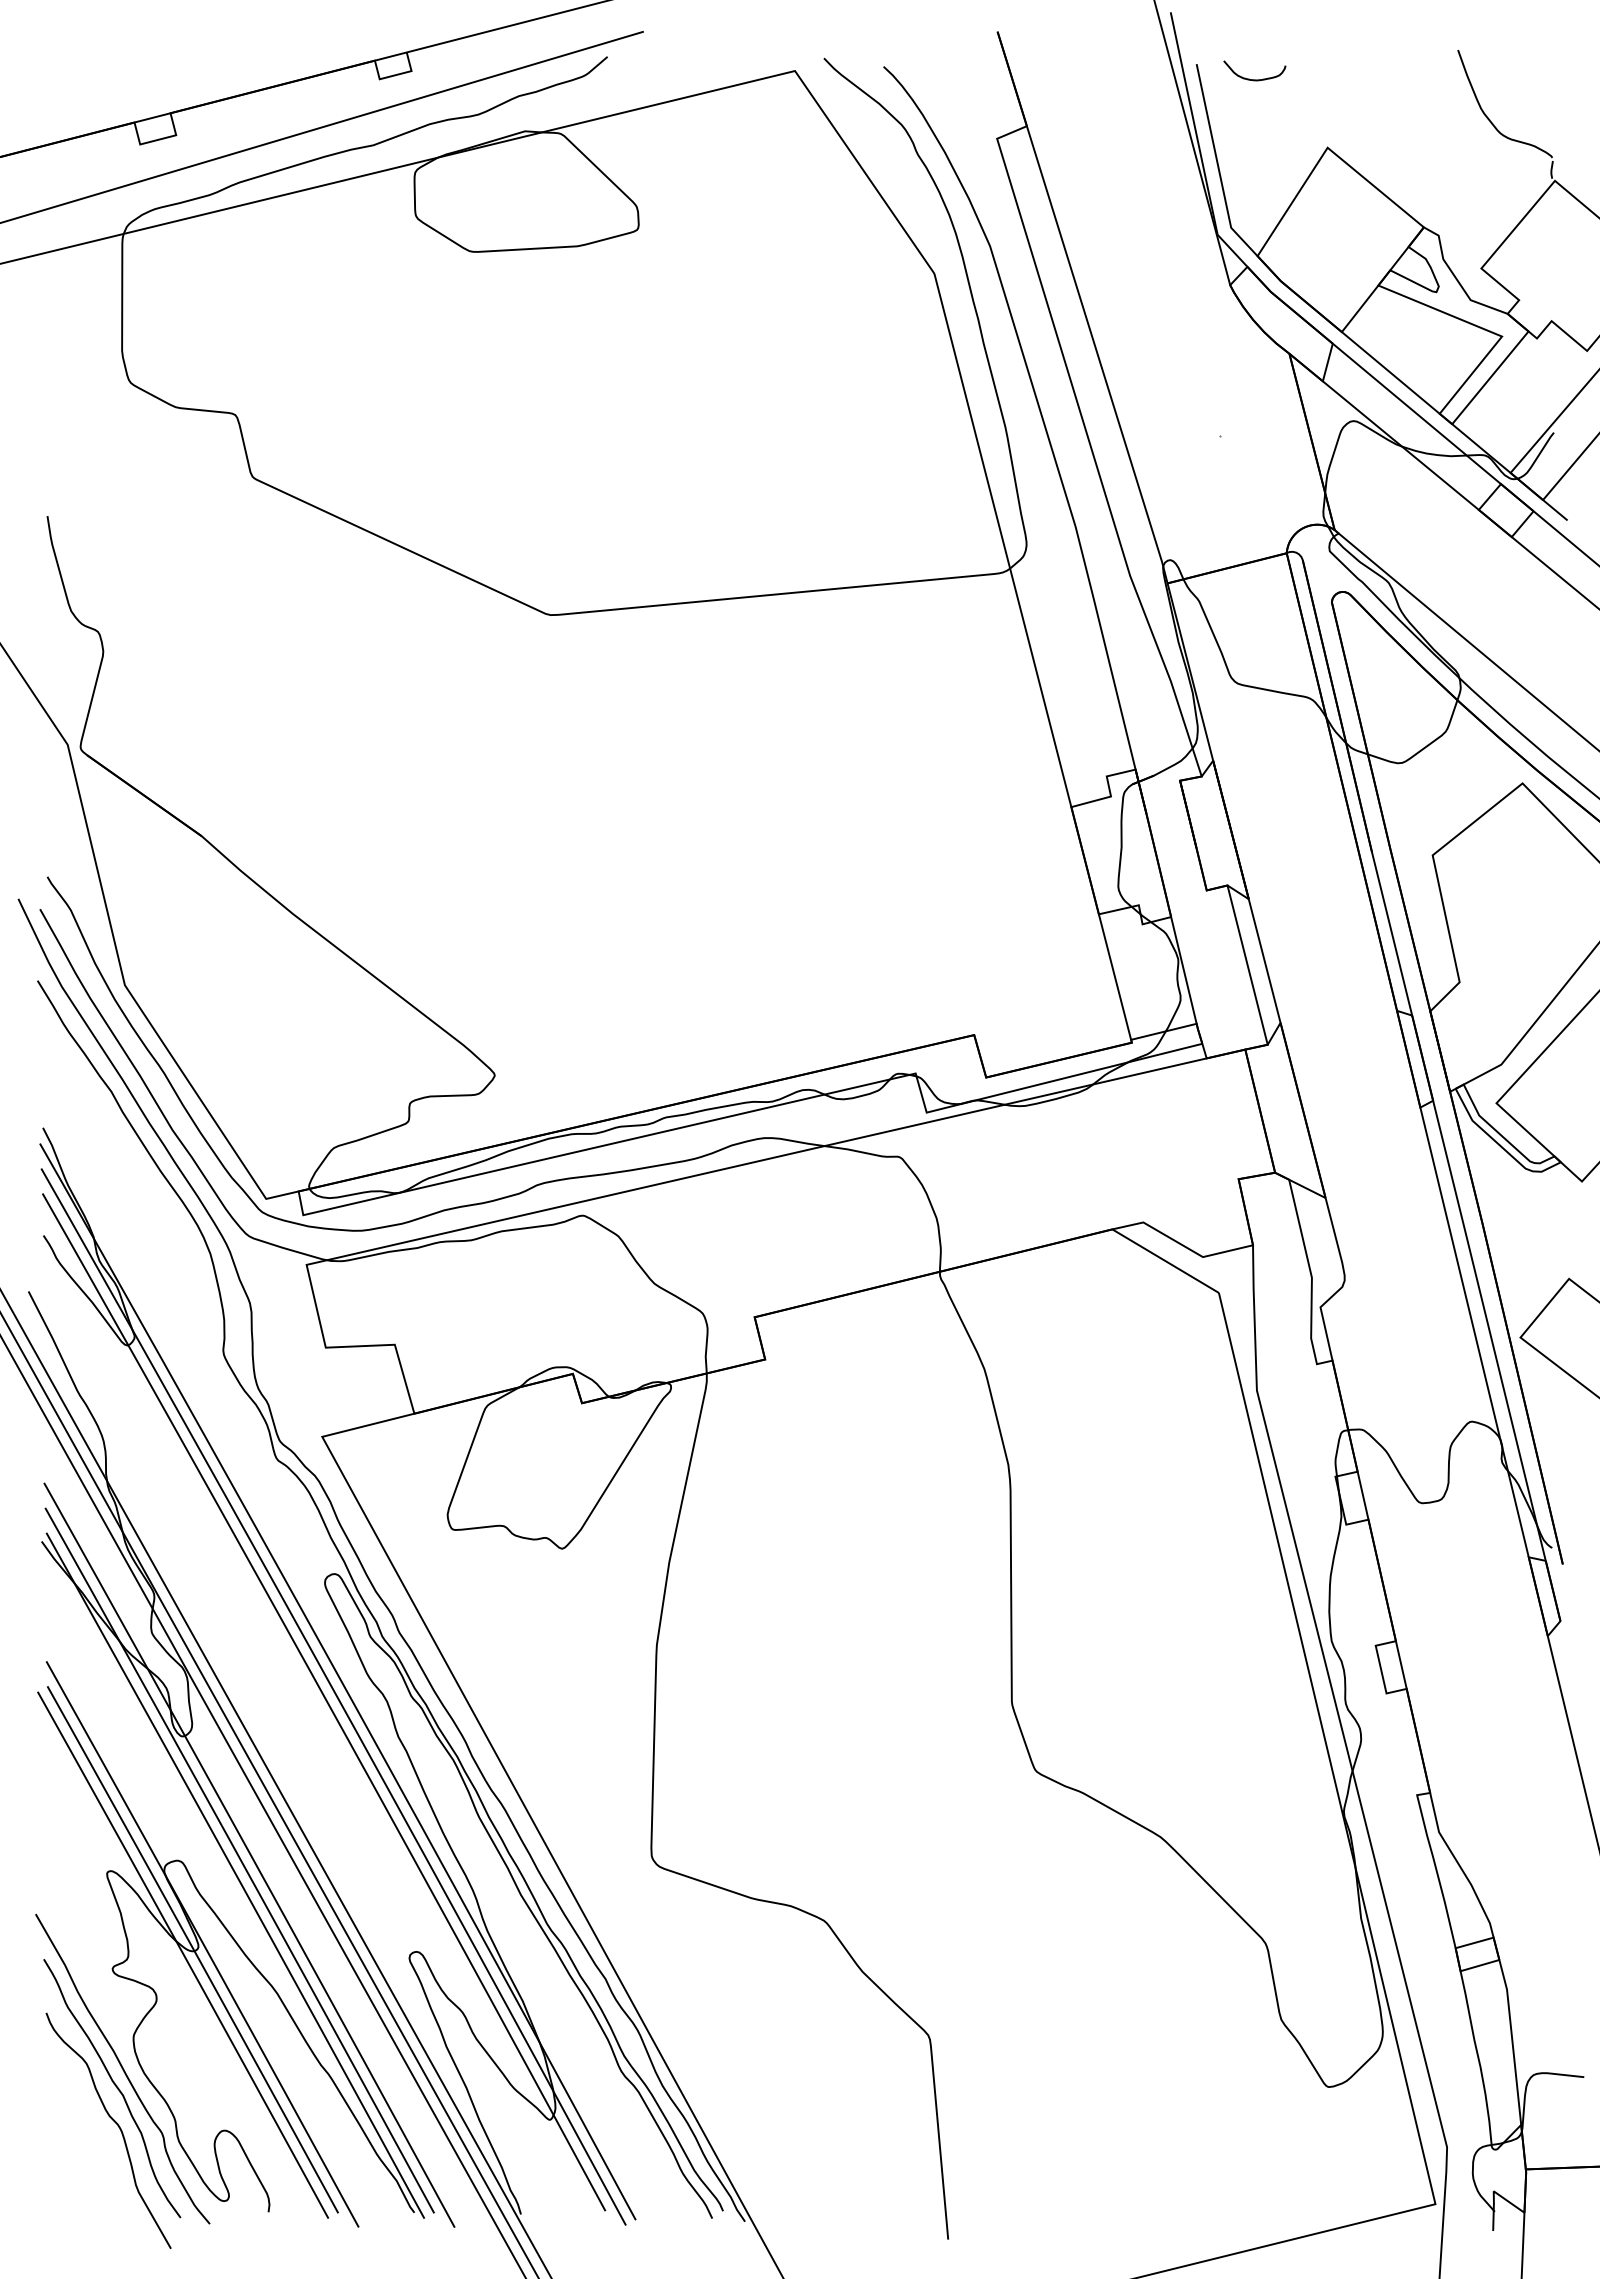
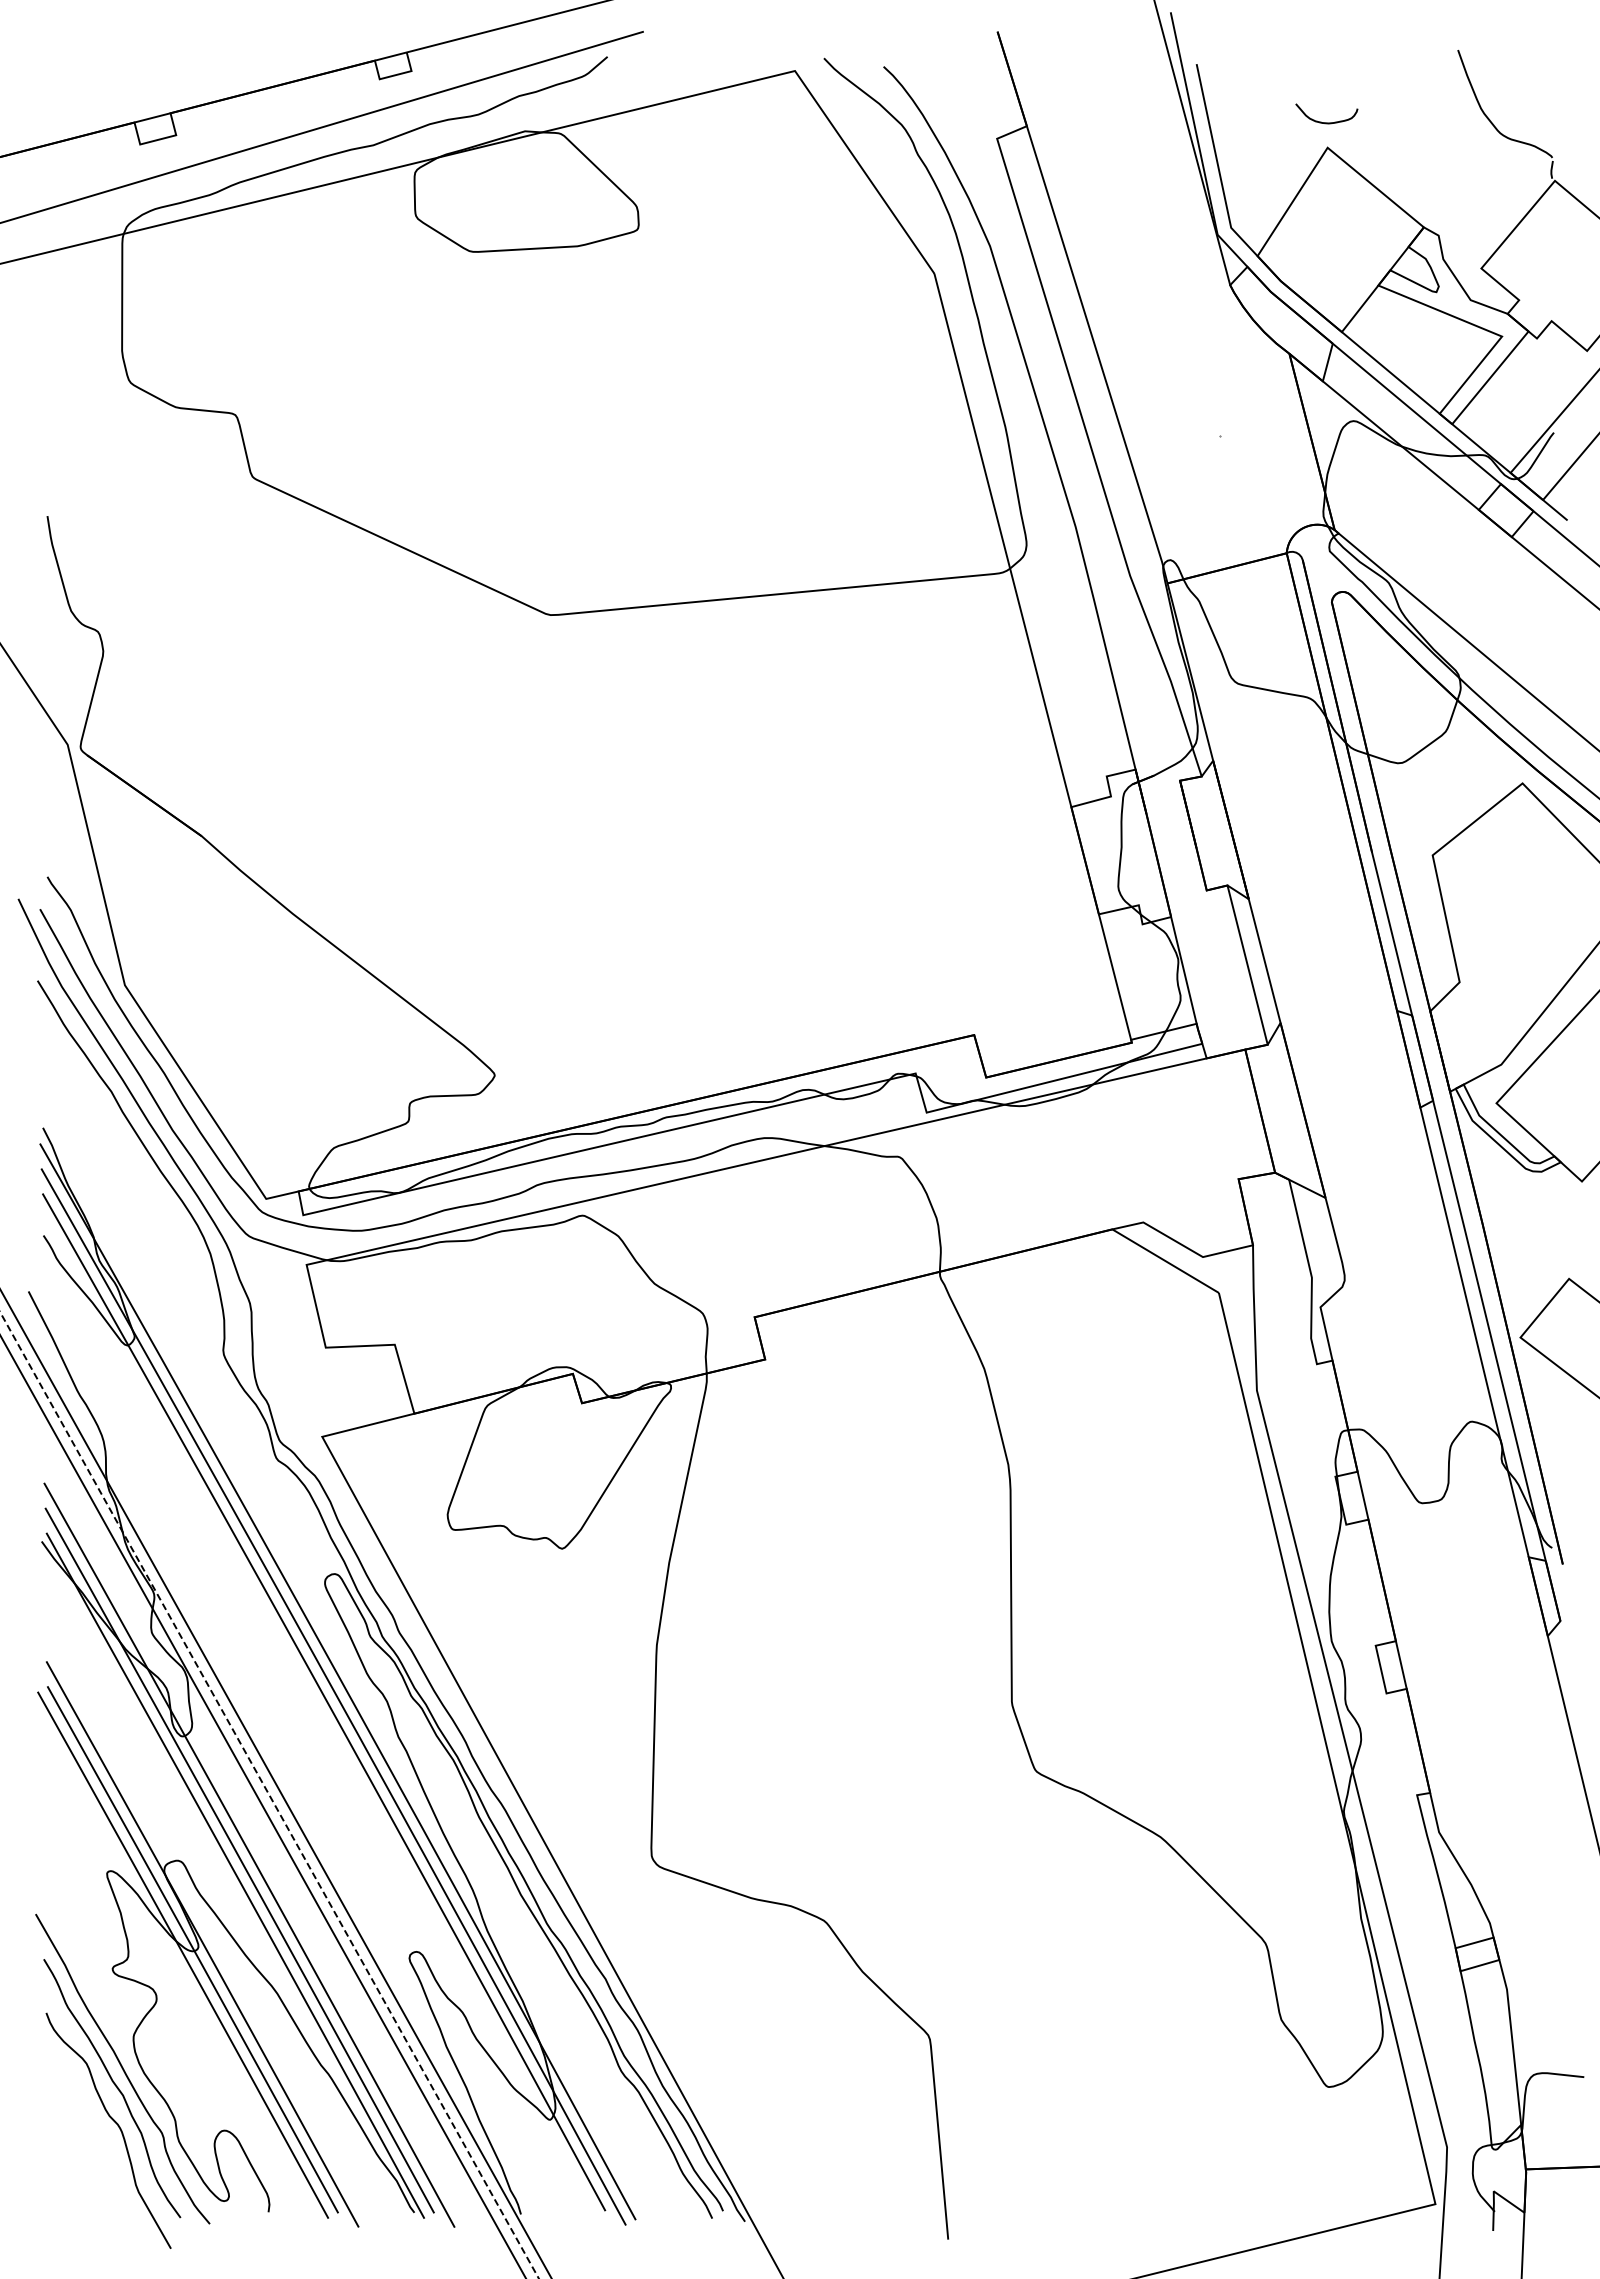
curve at (1254, 79) position: (1254, 79) -> (1326, 122)
line at (269, 1795): solid -> dashed
